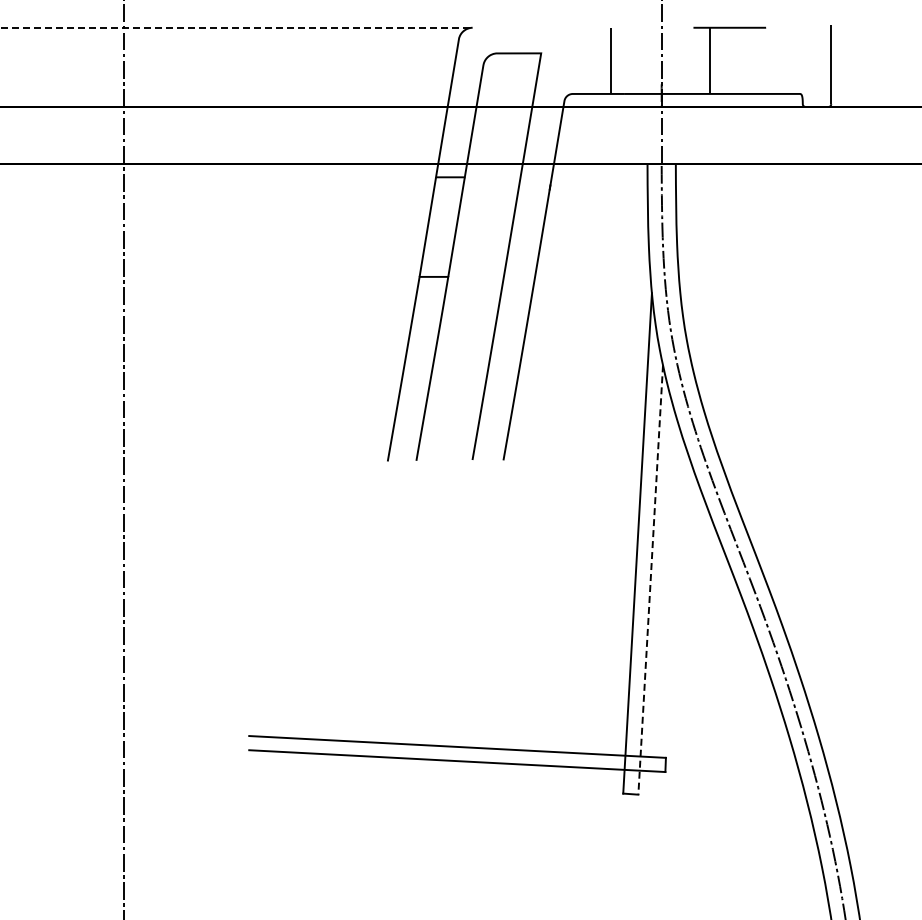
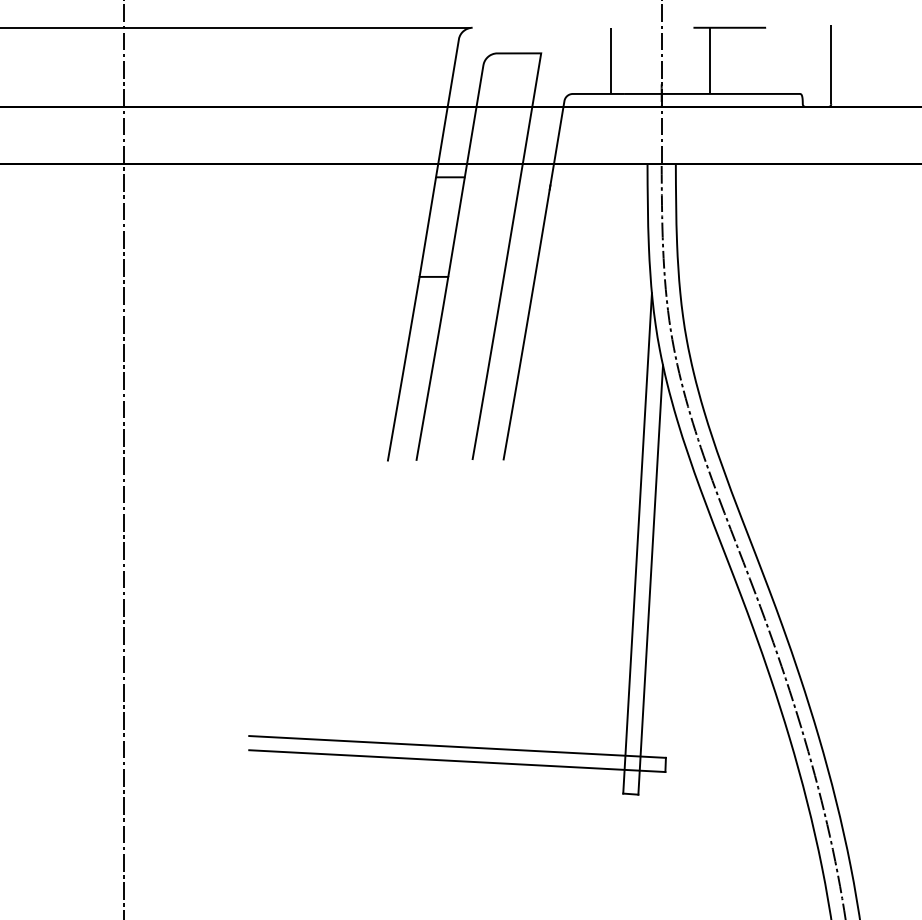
line at (236, 27): dashed -> solid
line at (650, 580): dashed -> solid
